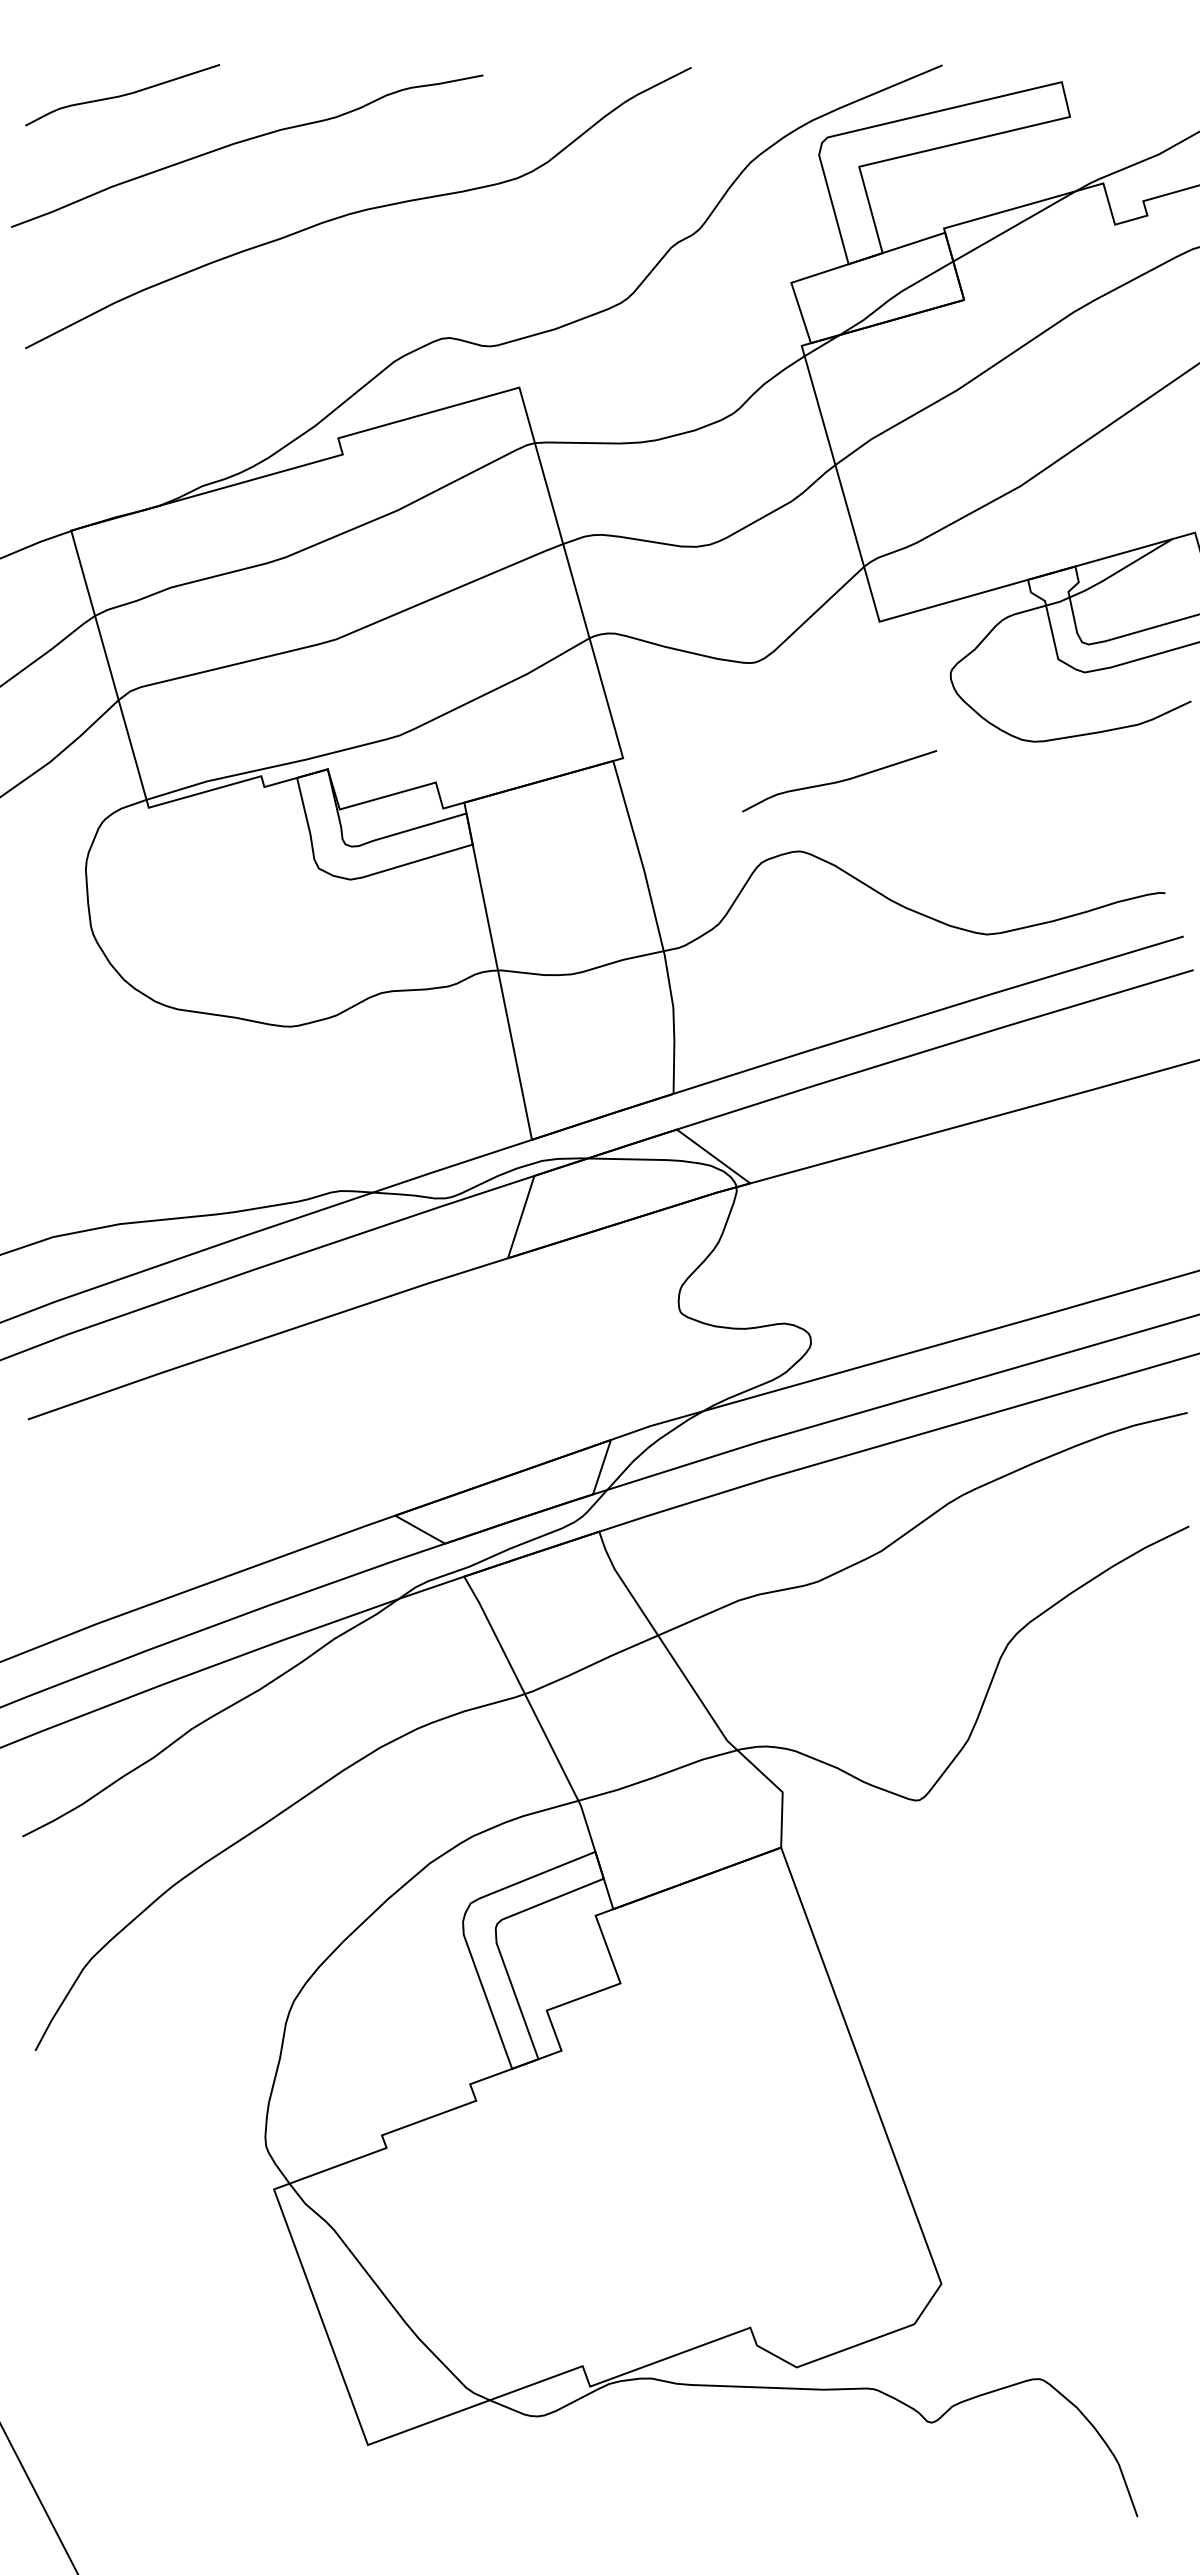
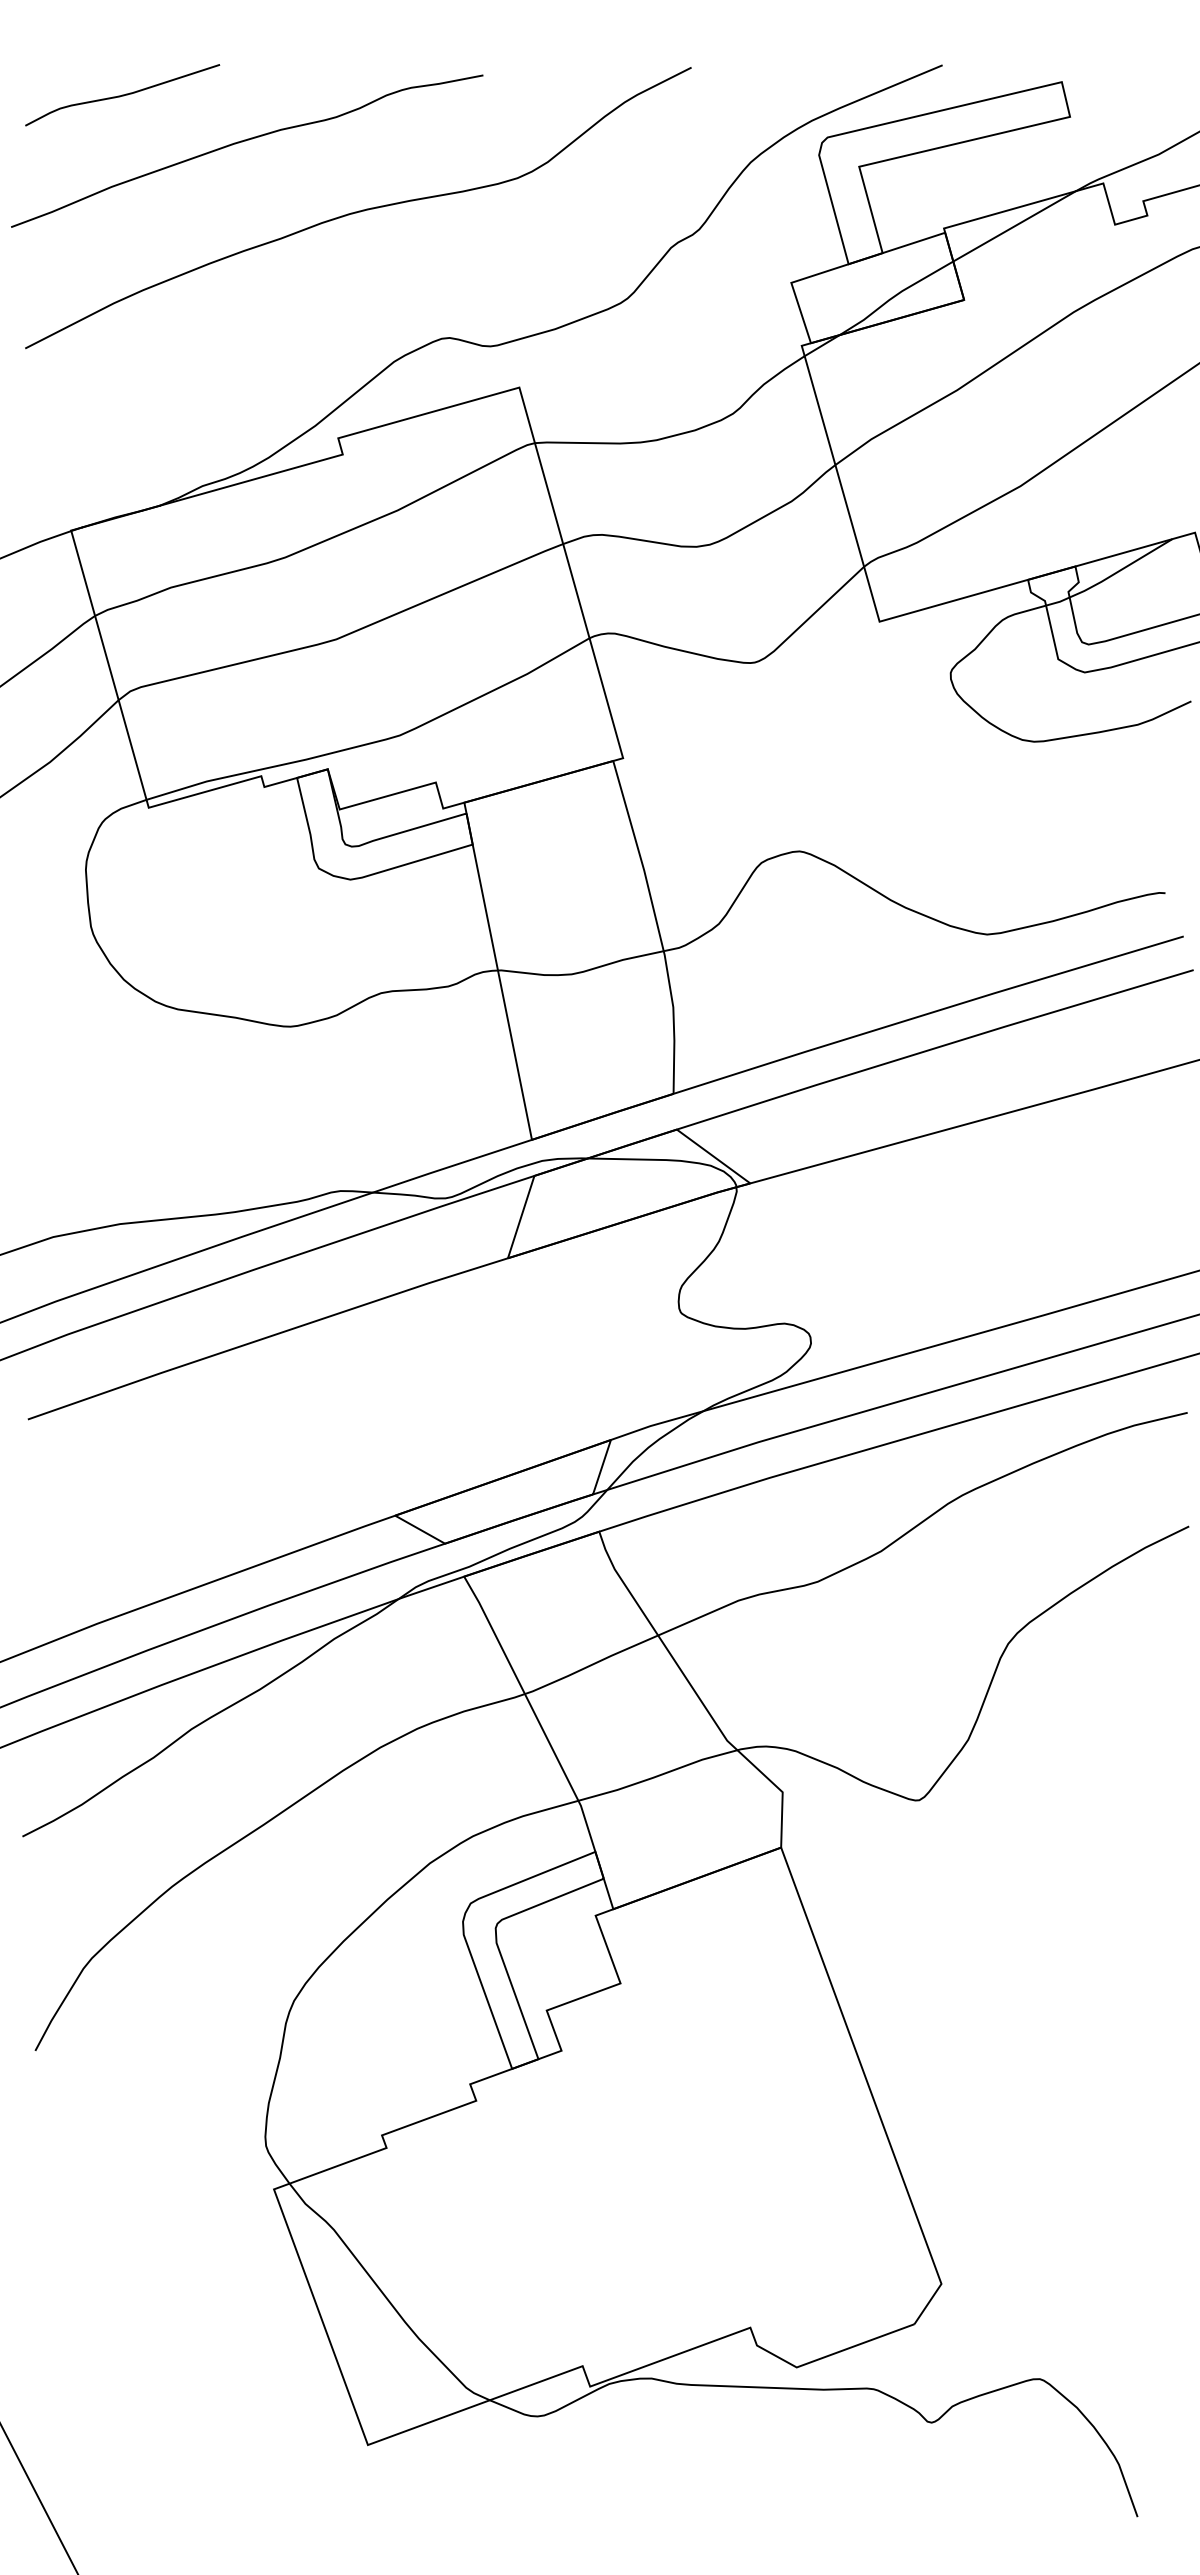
curve at (839, 781): present -> none
